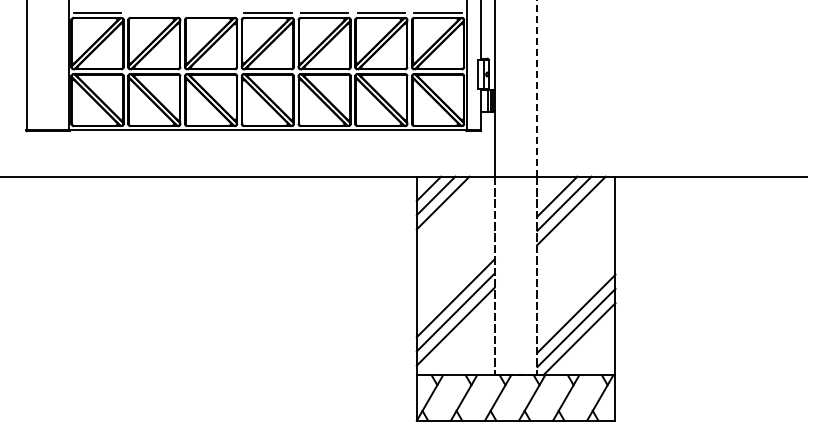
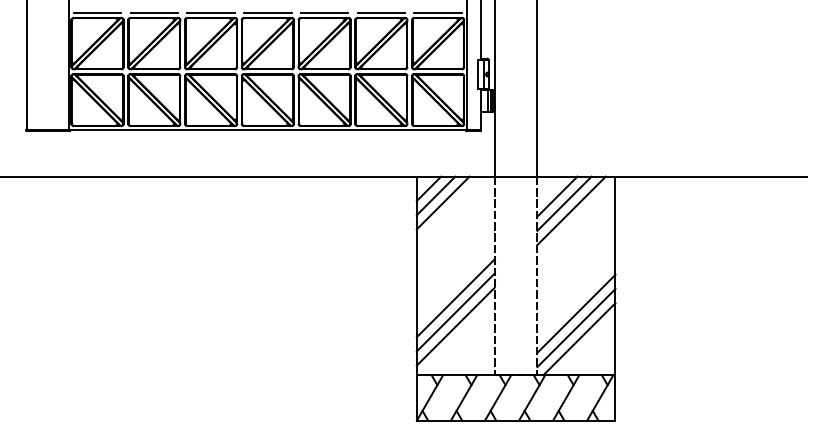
line at (154, 13): none -> present
line at (210, 13): none -> present
line at (537, 88): dashed -> solid
